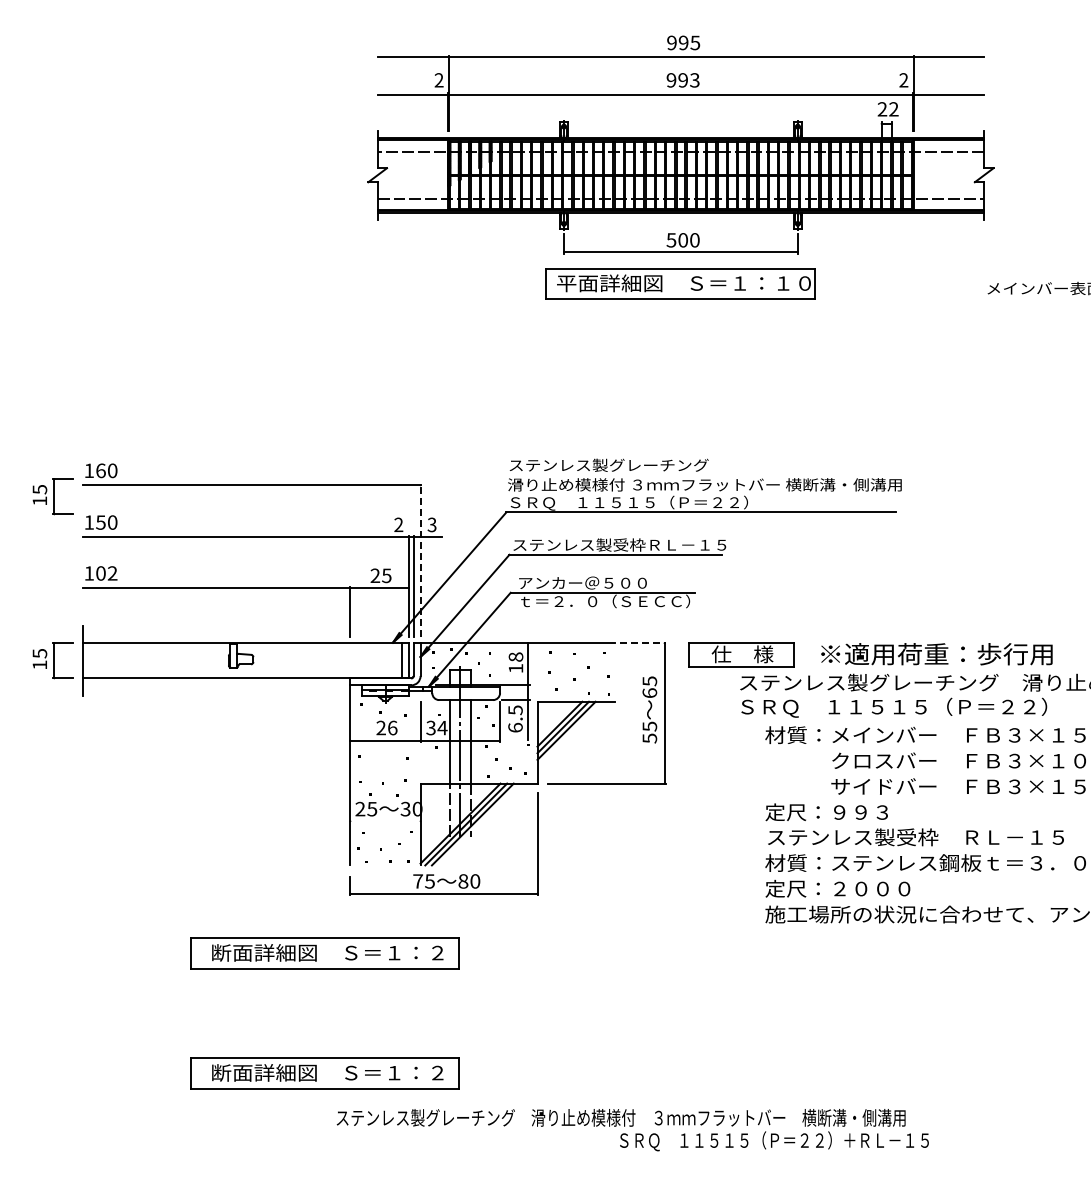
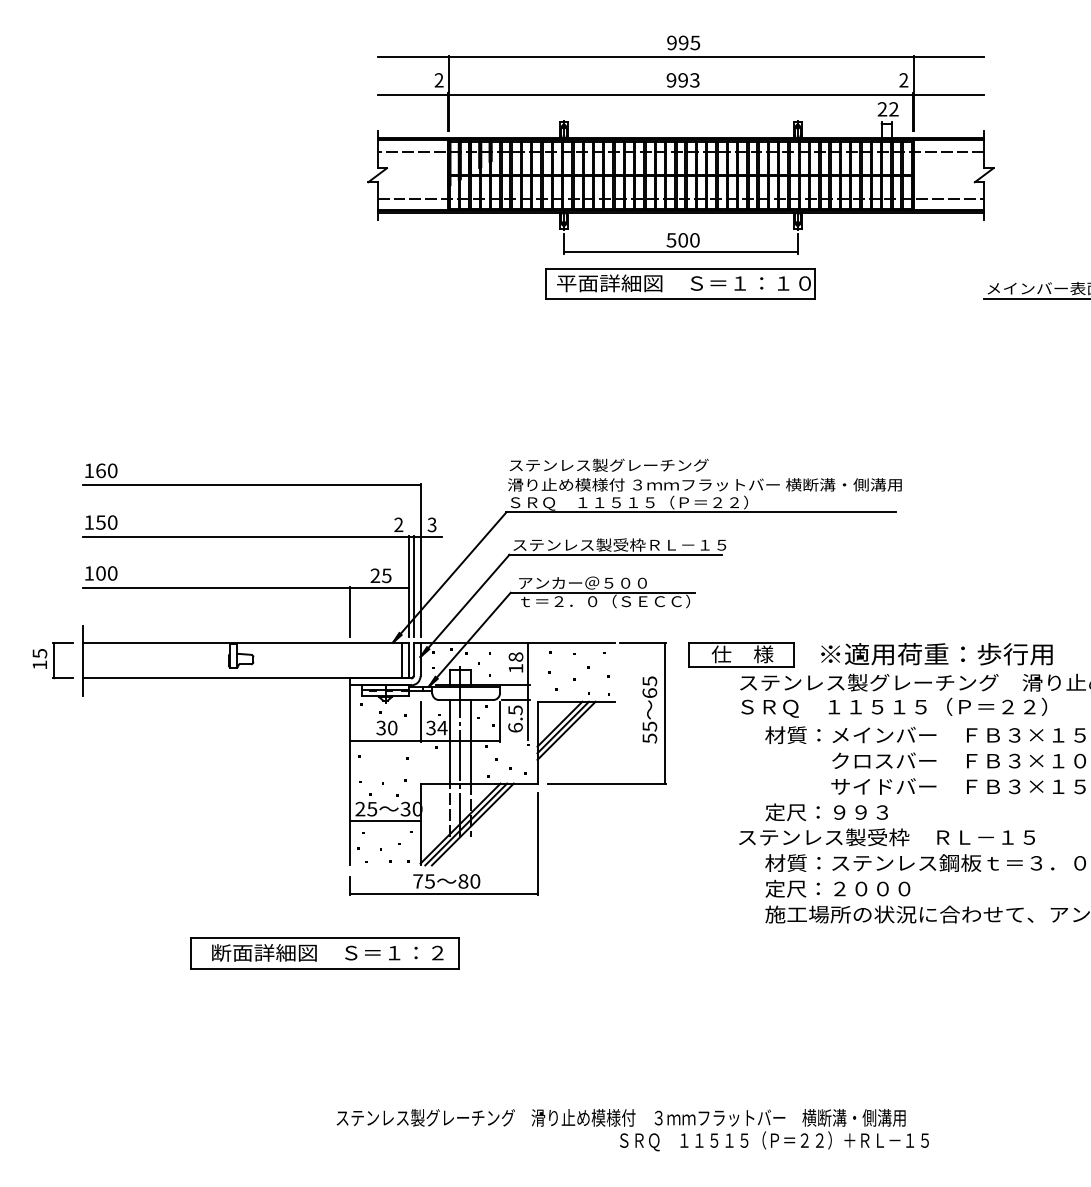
line at (1035, 299): none -> present
part at (52, 496): present -> none
line at (420, 560): dashed -> solid
text at (112, 573): 102 -> 100
line at (643, 643): dashed -> solid
text at (386, 727): 26 -> 30
line at (385, 821): none -> present
text at (915, 837) position: (915, 837) -> (886, 837)
part at (324, 1073): present -> none
